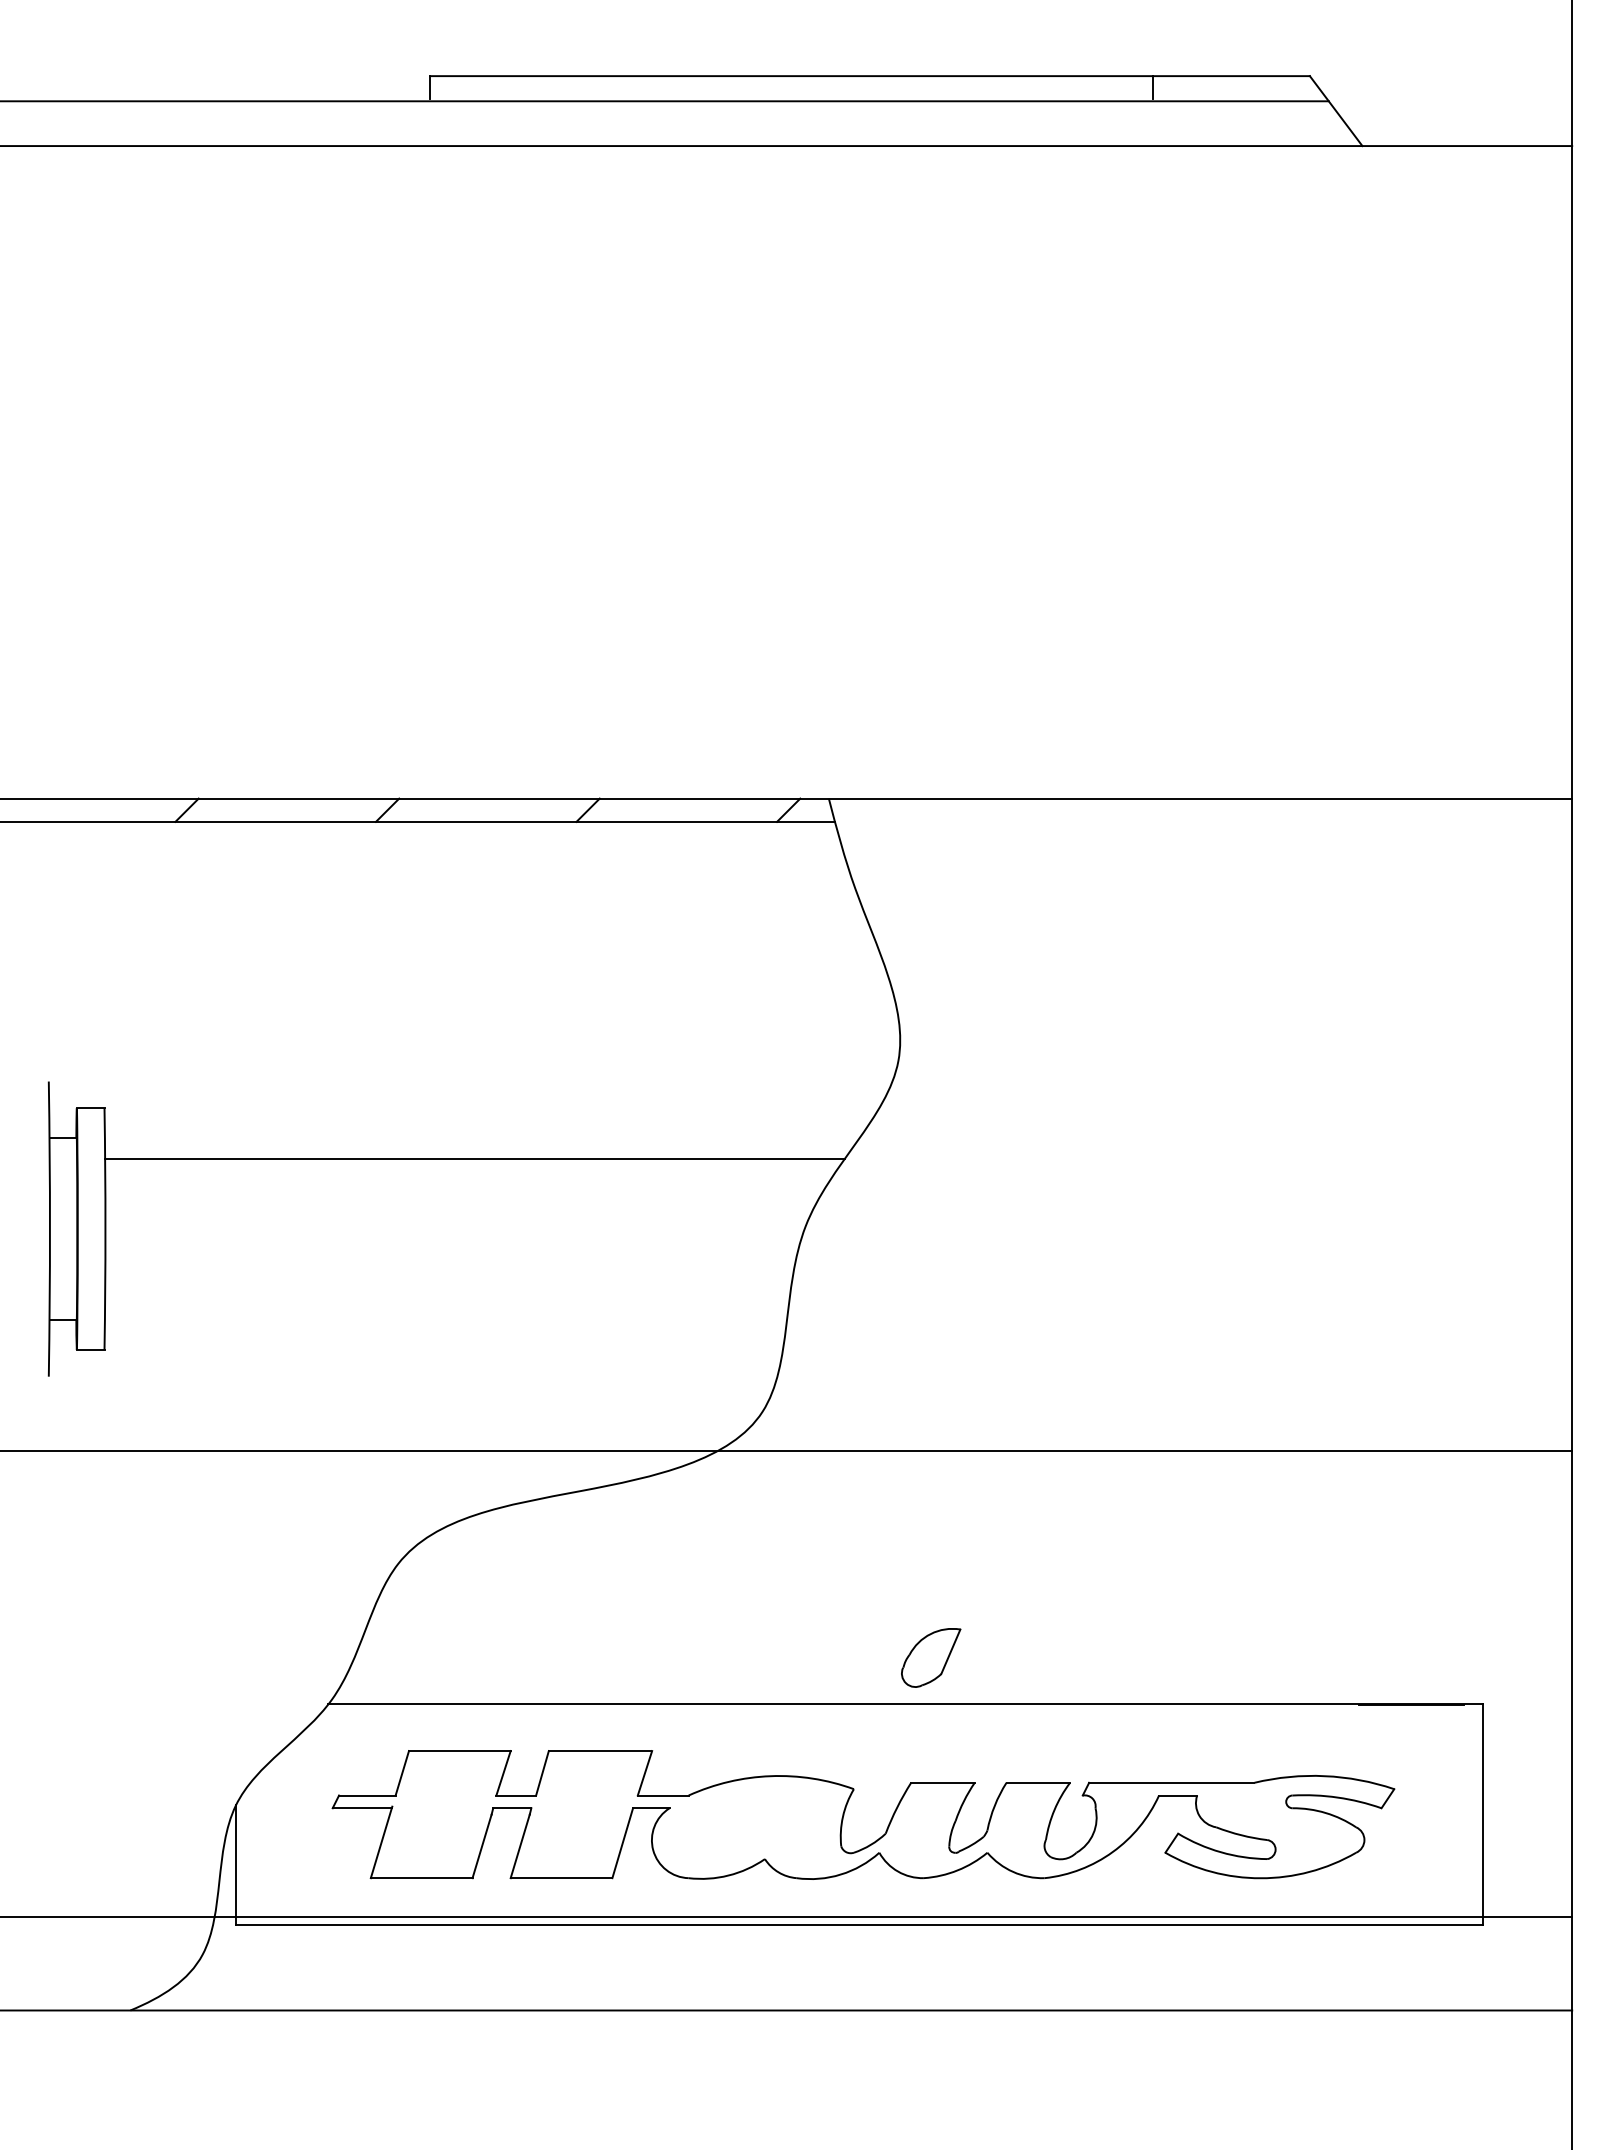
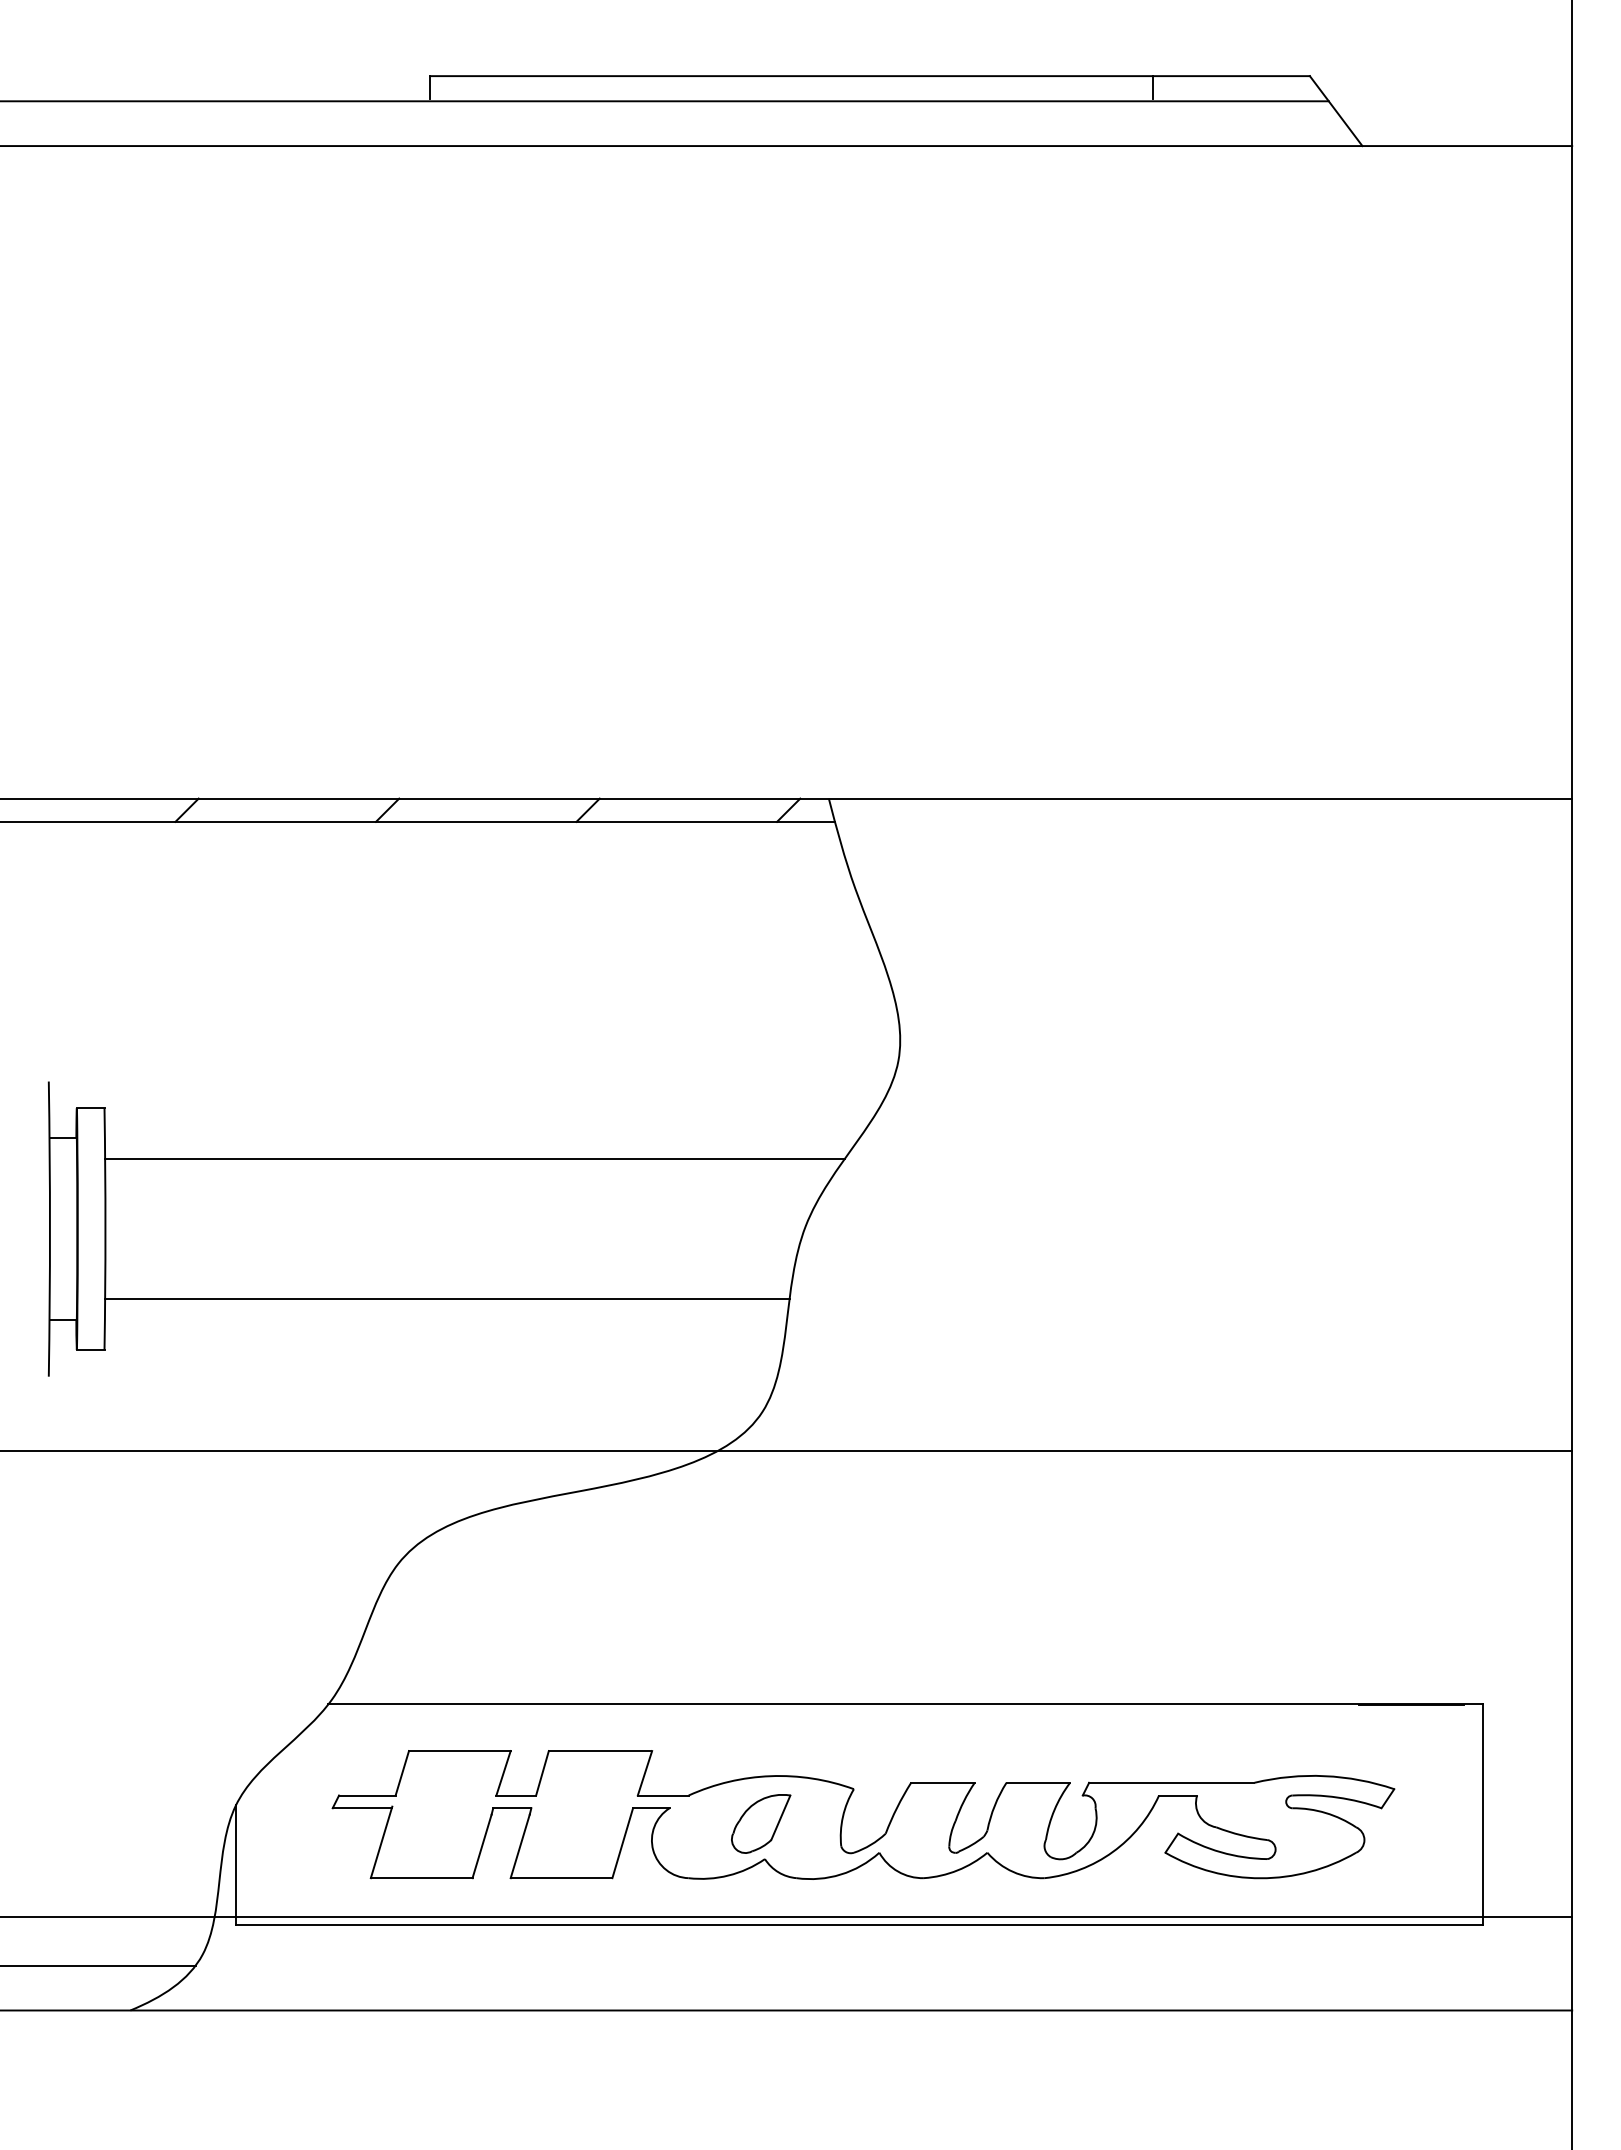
line at (447, 1299): none -> present
part at (931, 1657) position: (931, 1657) -> (761, 1823)
line at (98, 1965): none -> present
